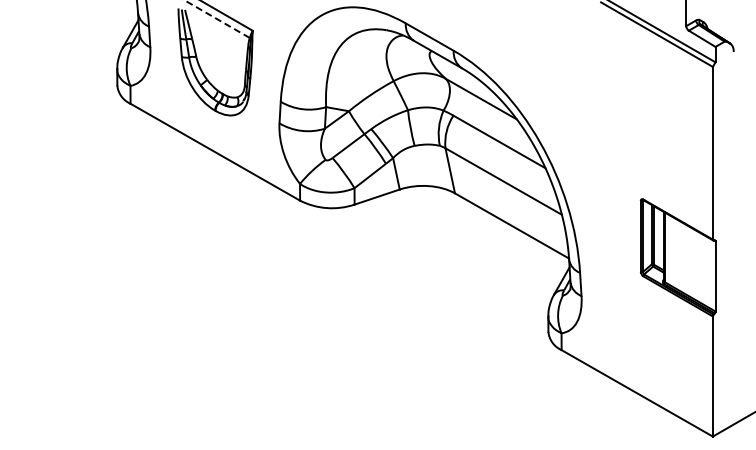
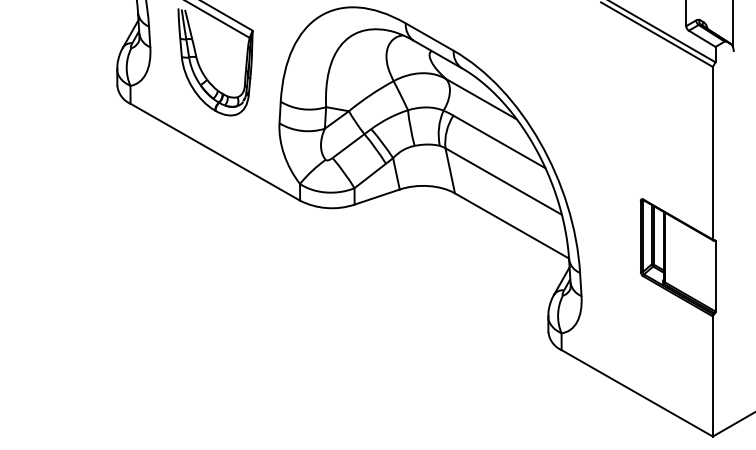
line at (217, 19): dashed -> solid
line at (732, 24): none -> present
